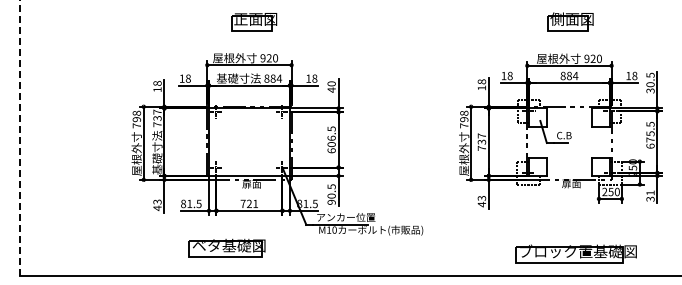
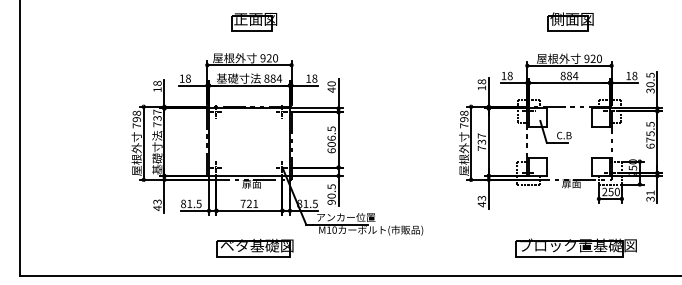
line at (20, 138): dashed -> solid
part at (226, 247) position: (226, 247) -> (254, 247)
part at (575, 253) position: (575, 253) -> (575, 247)
